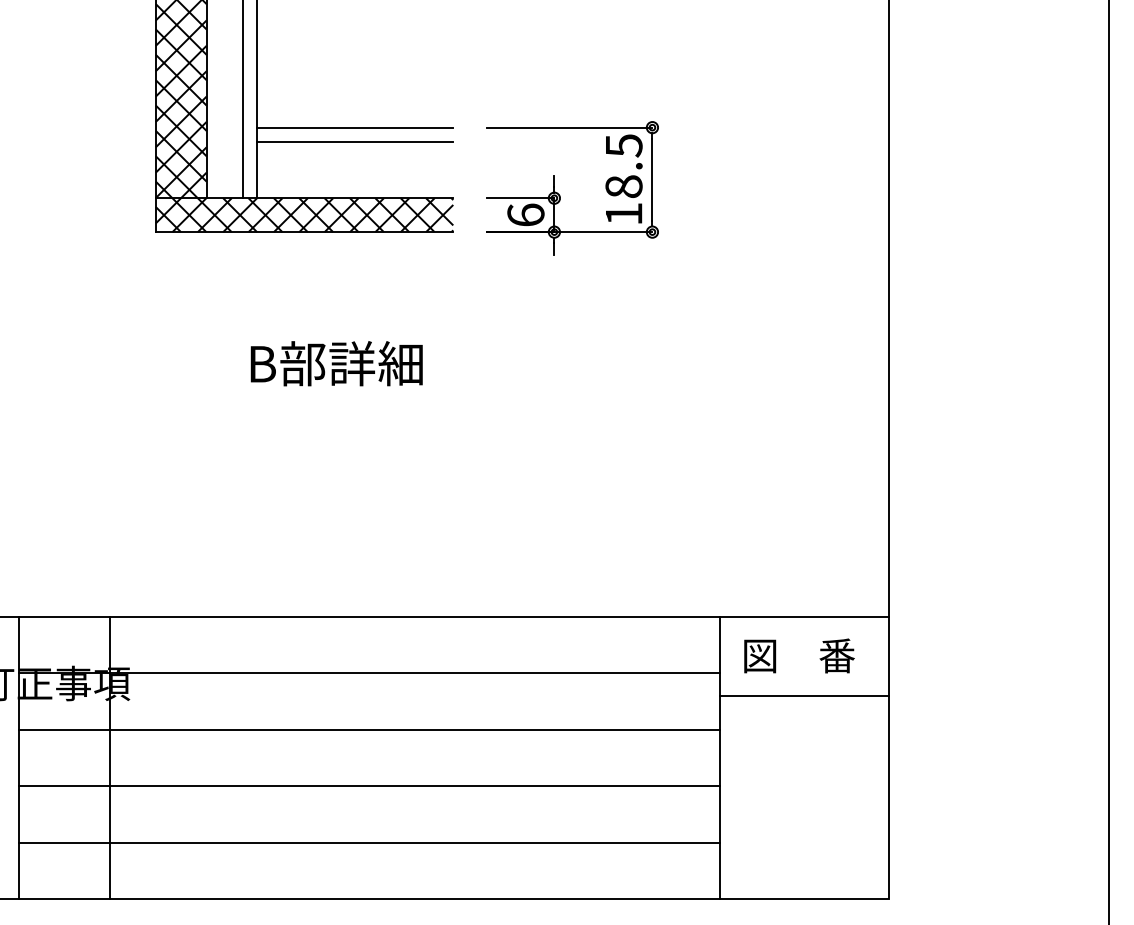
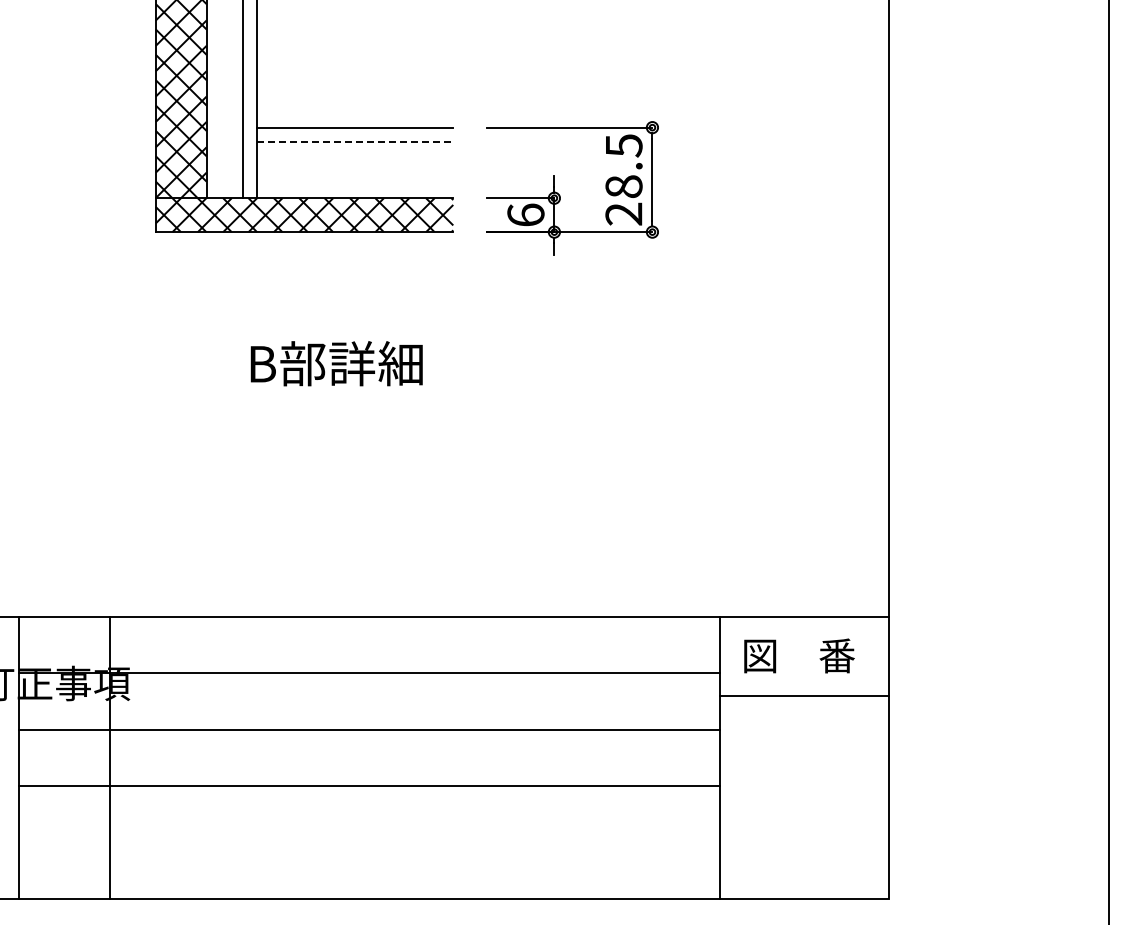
line at (355, 141): solid -> dashed
text at (623, 213): 18.5 -> 28.5
line at (369, 842): present -> none
